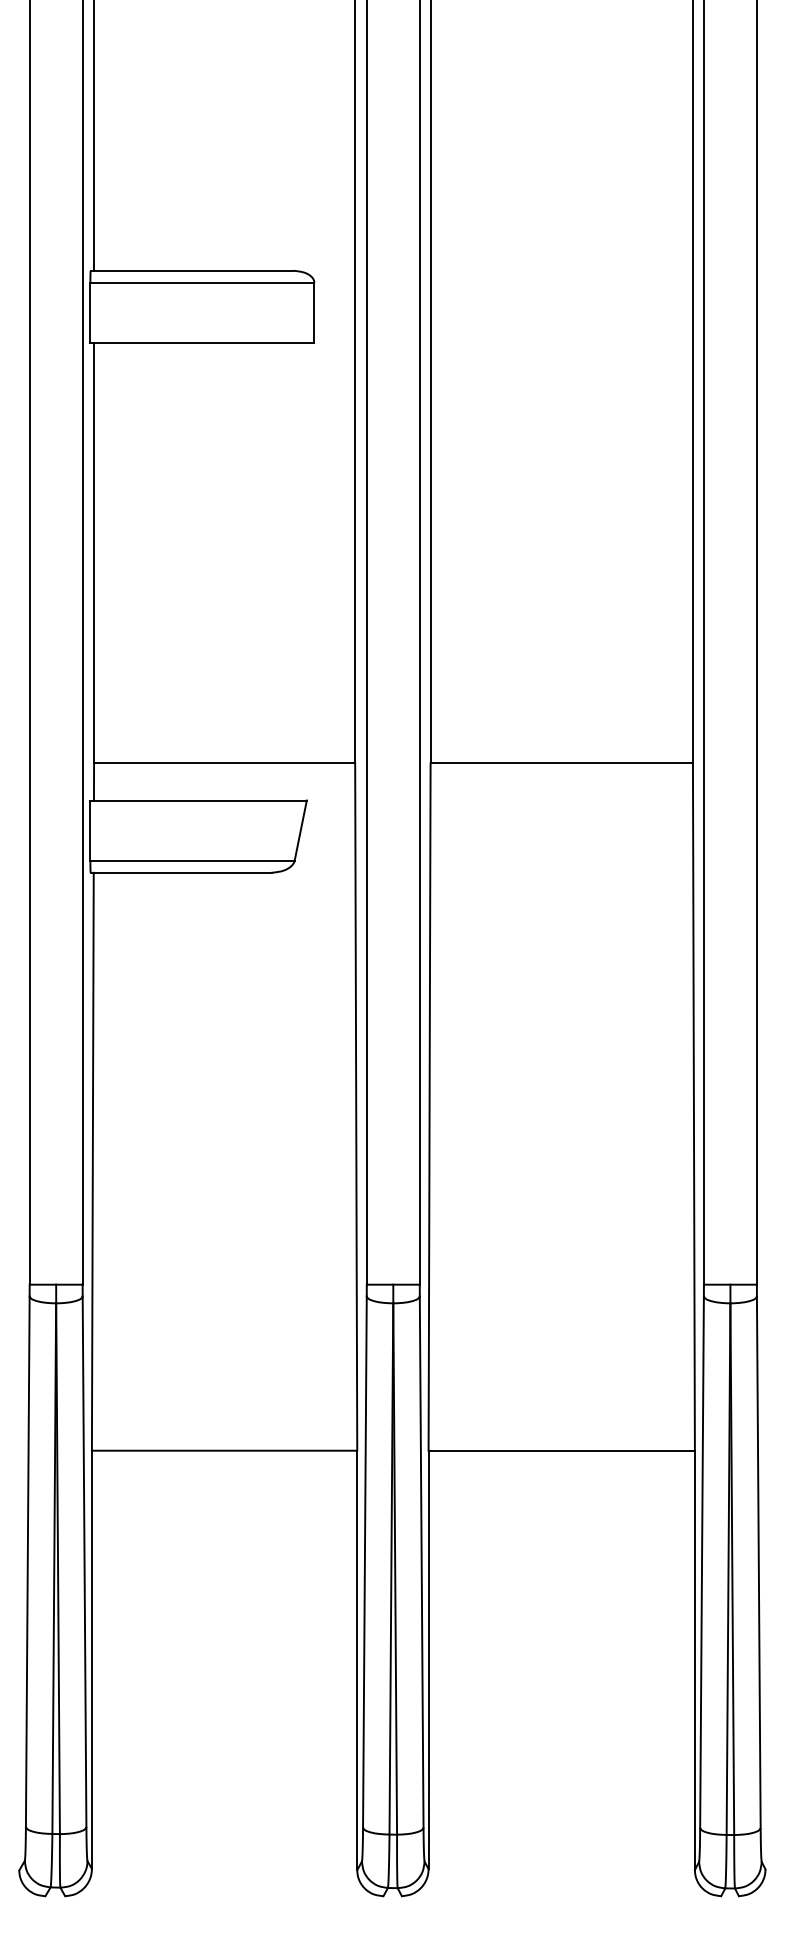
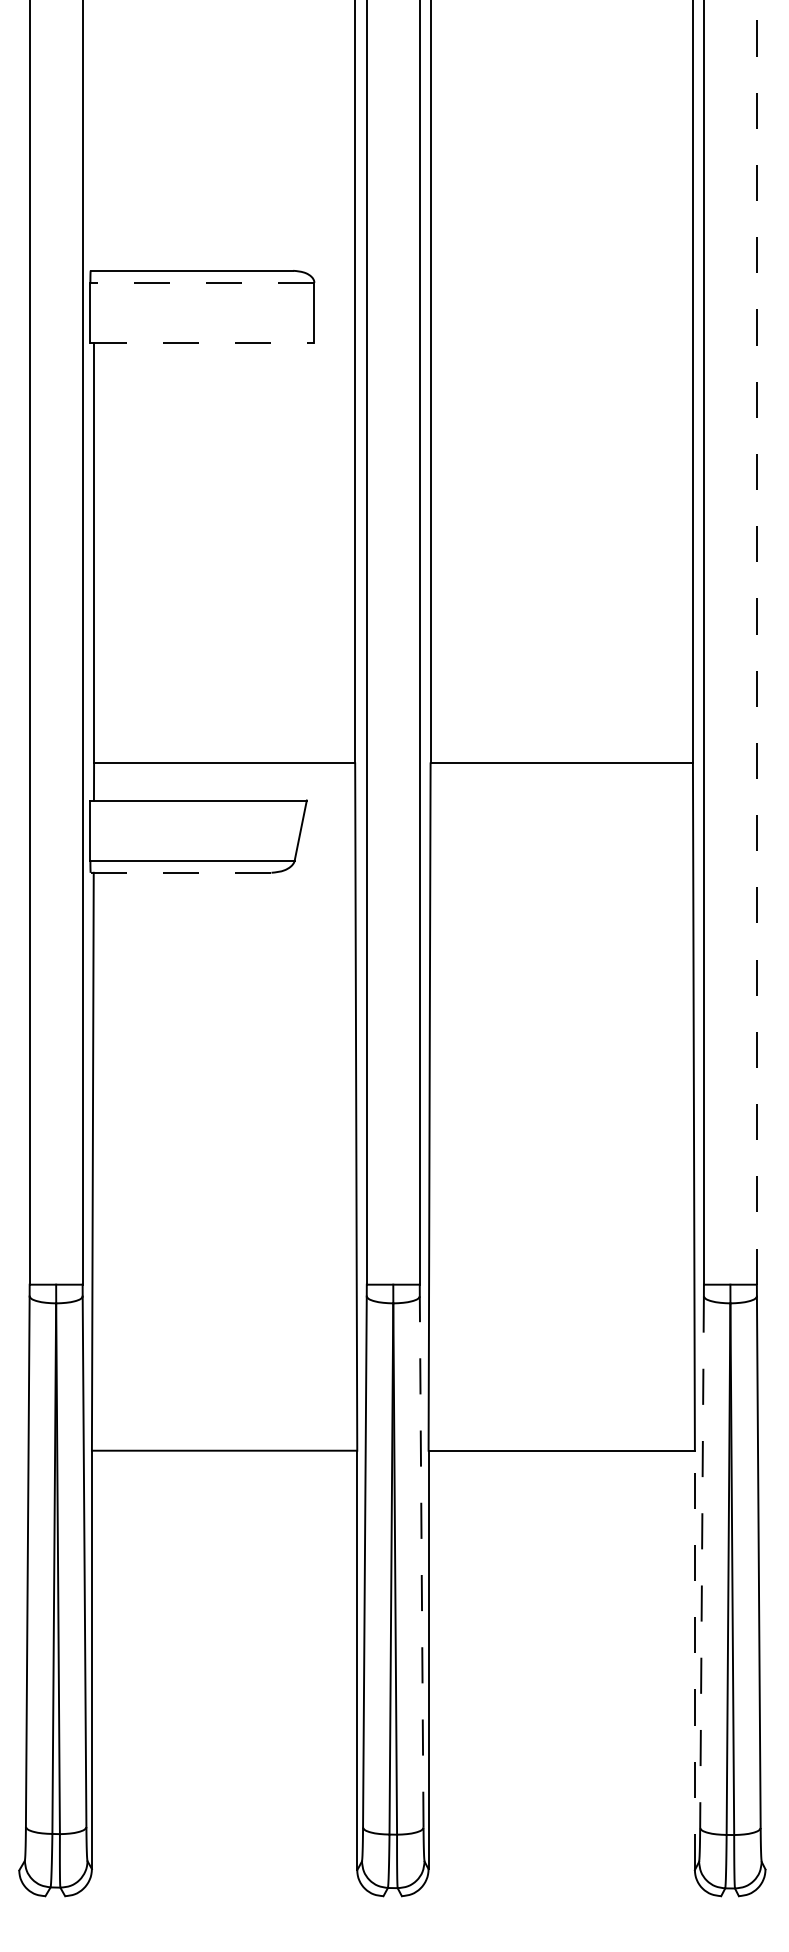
line at (94, 136): present -> none
line at (202, 282): solid -> dashed
line at (202, 343): solid -> dashed
line at (756, 642): solid -> dashed
line at (181, 872): solid -> dashed
line at (421, 1562): solid -> dashed
line at (702, 1562): solid -> dashed
line at (694, 1660): solid -> dashed
